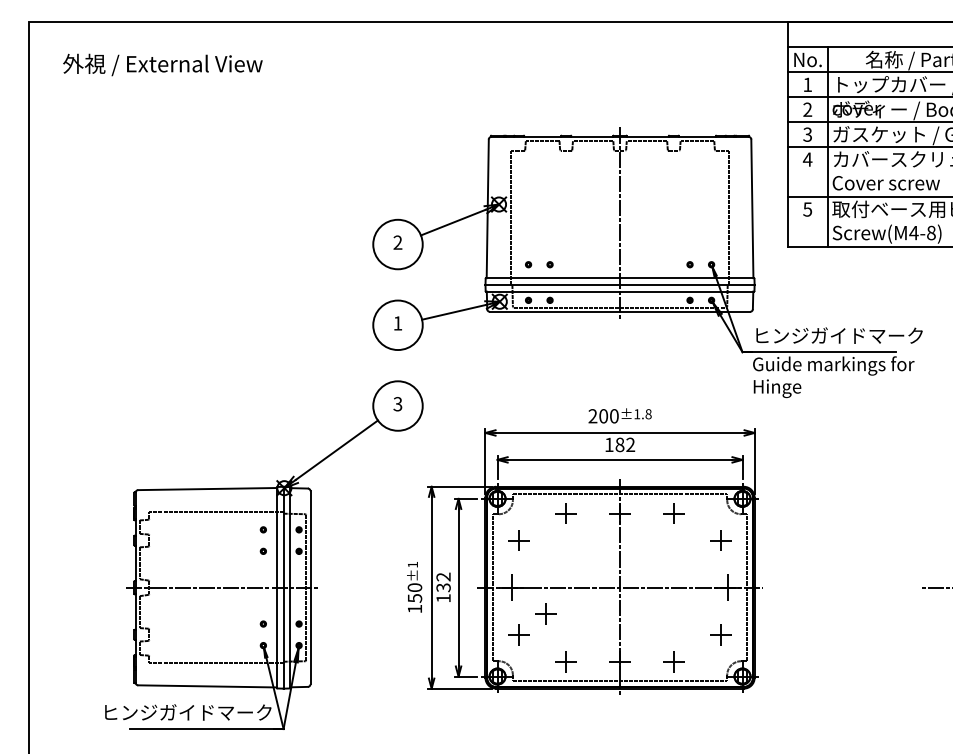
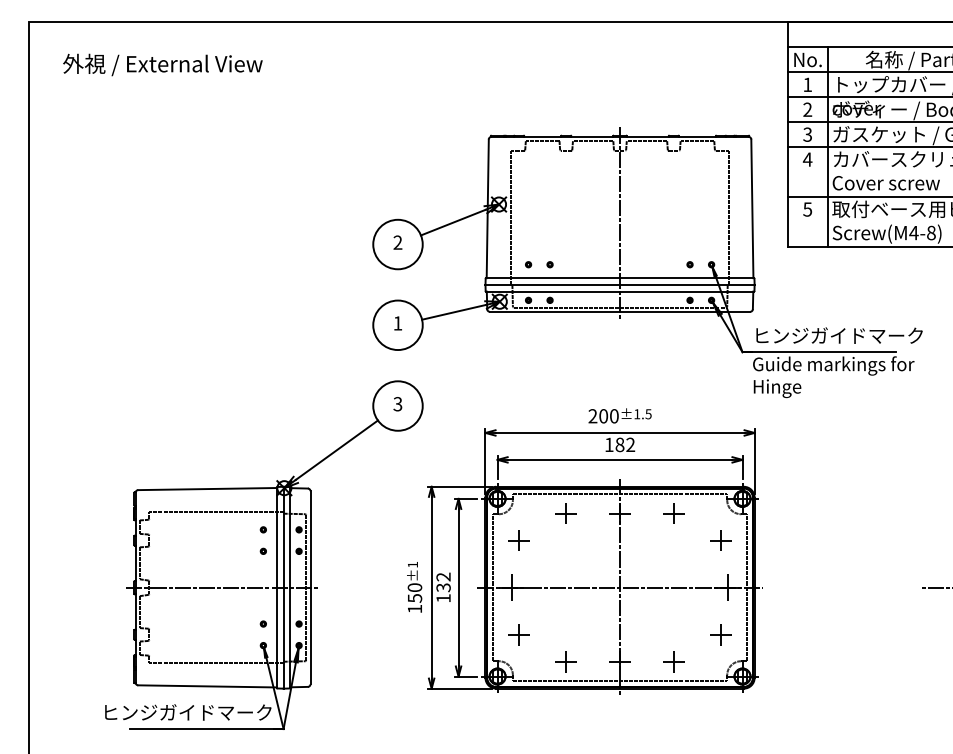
text at (648, 414): ±1.8 -> ±1.5
part at (545, 613): present -> none
